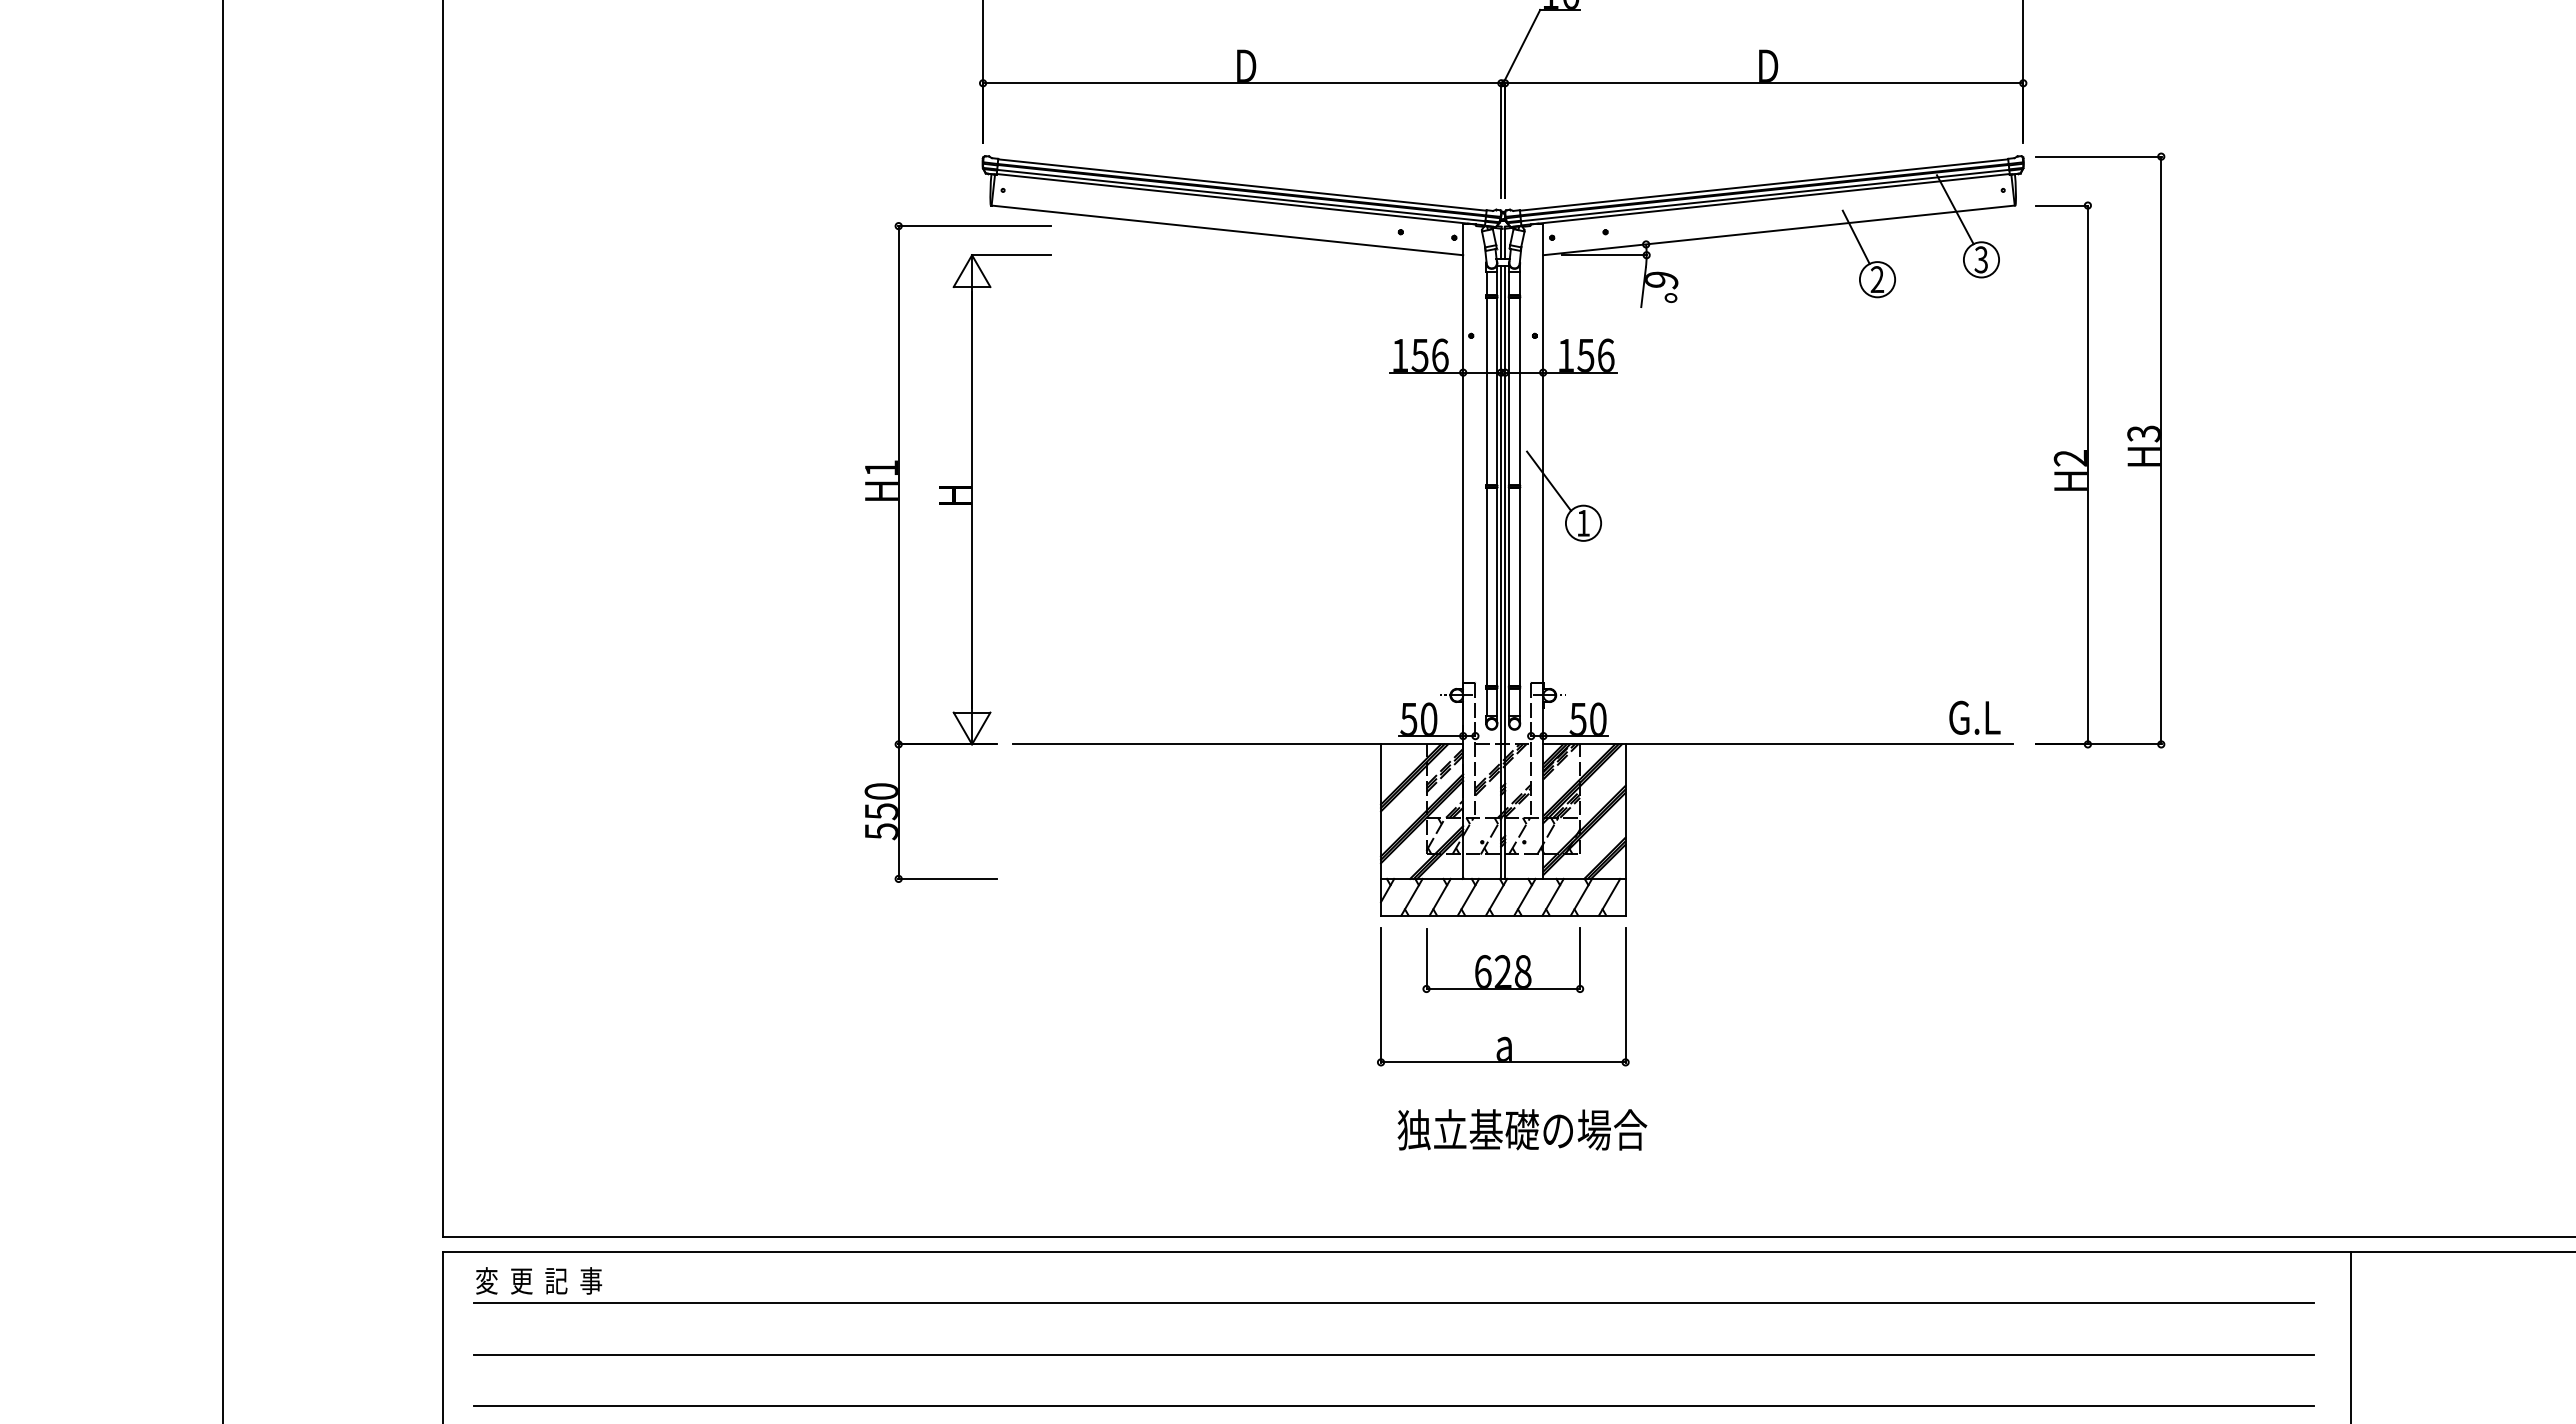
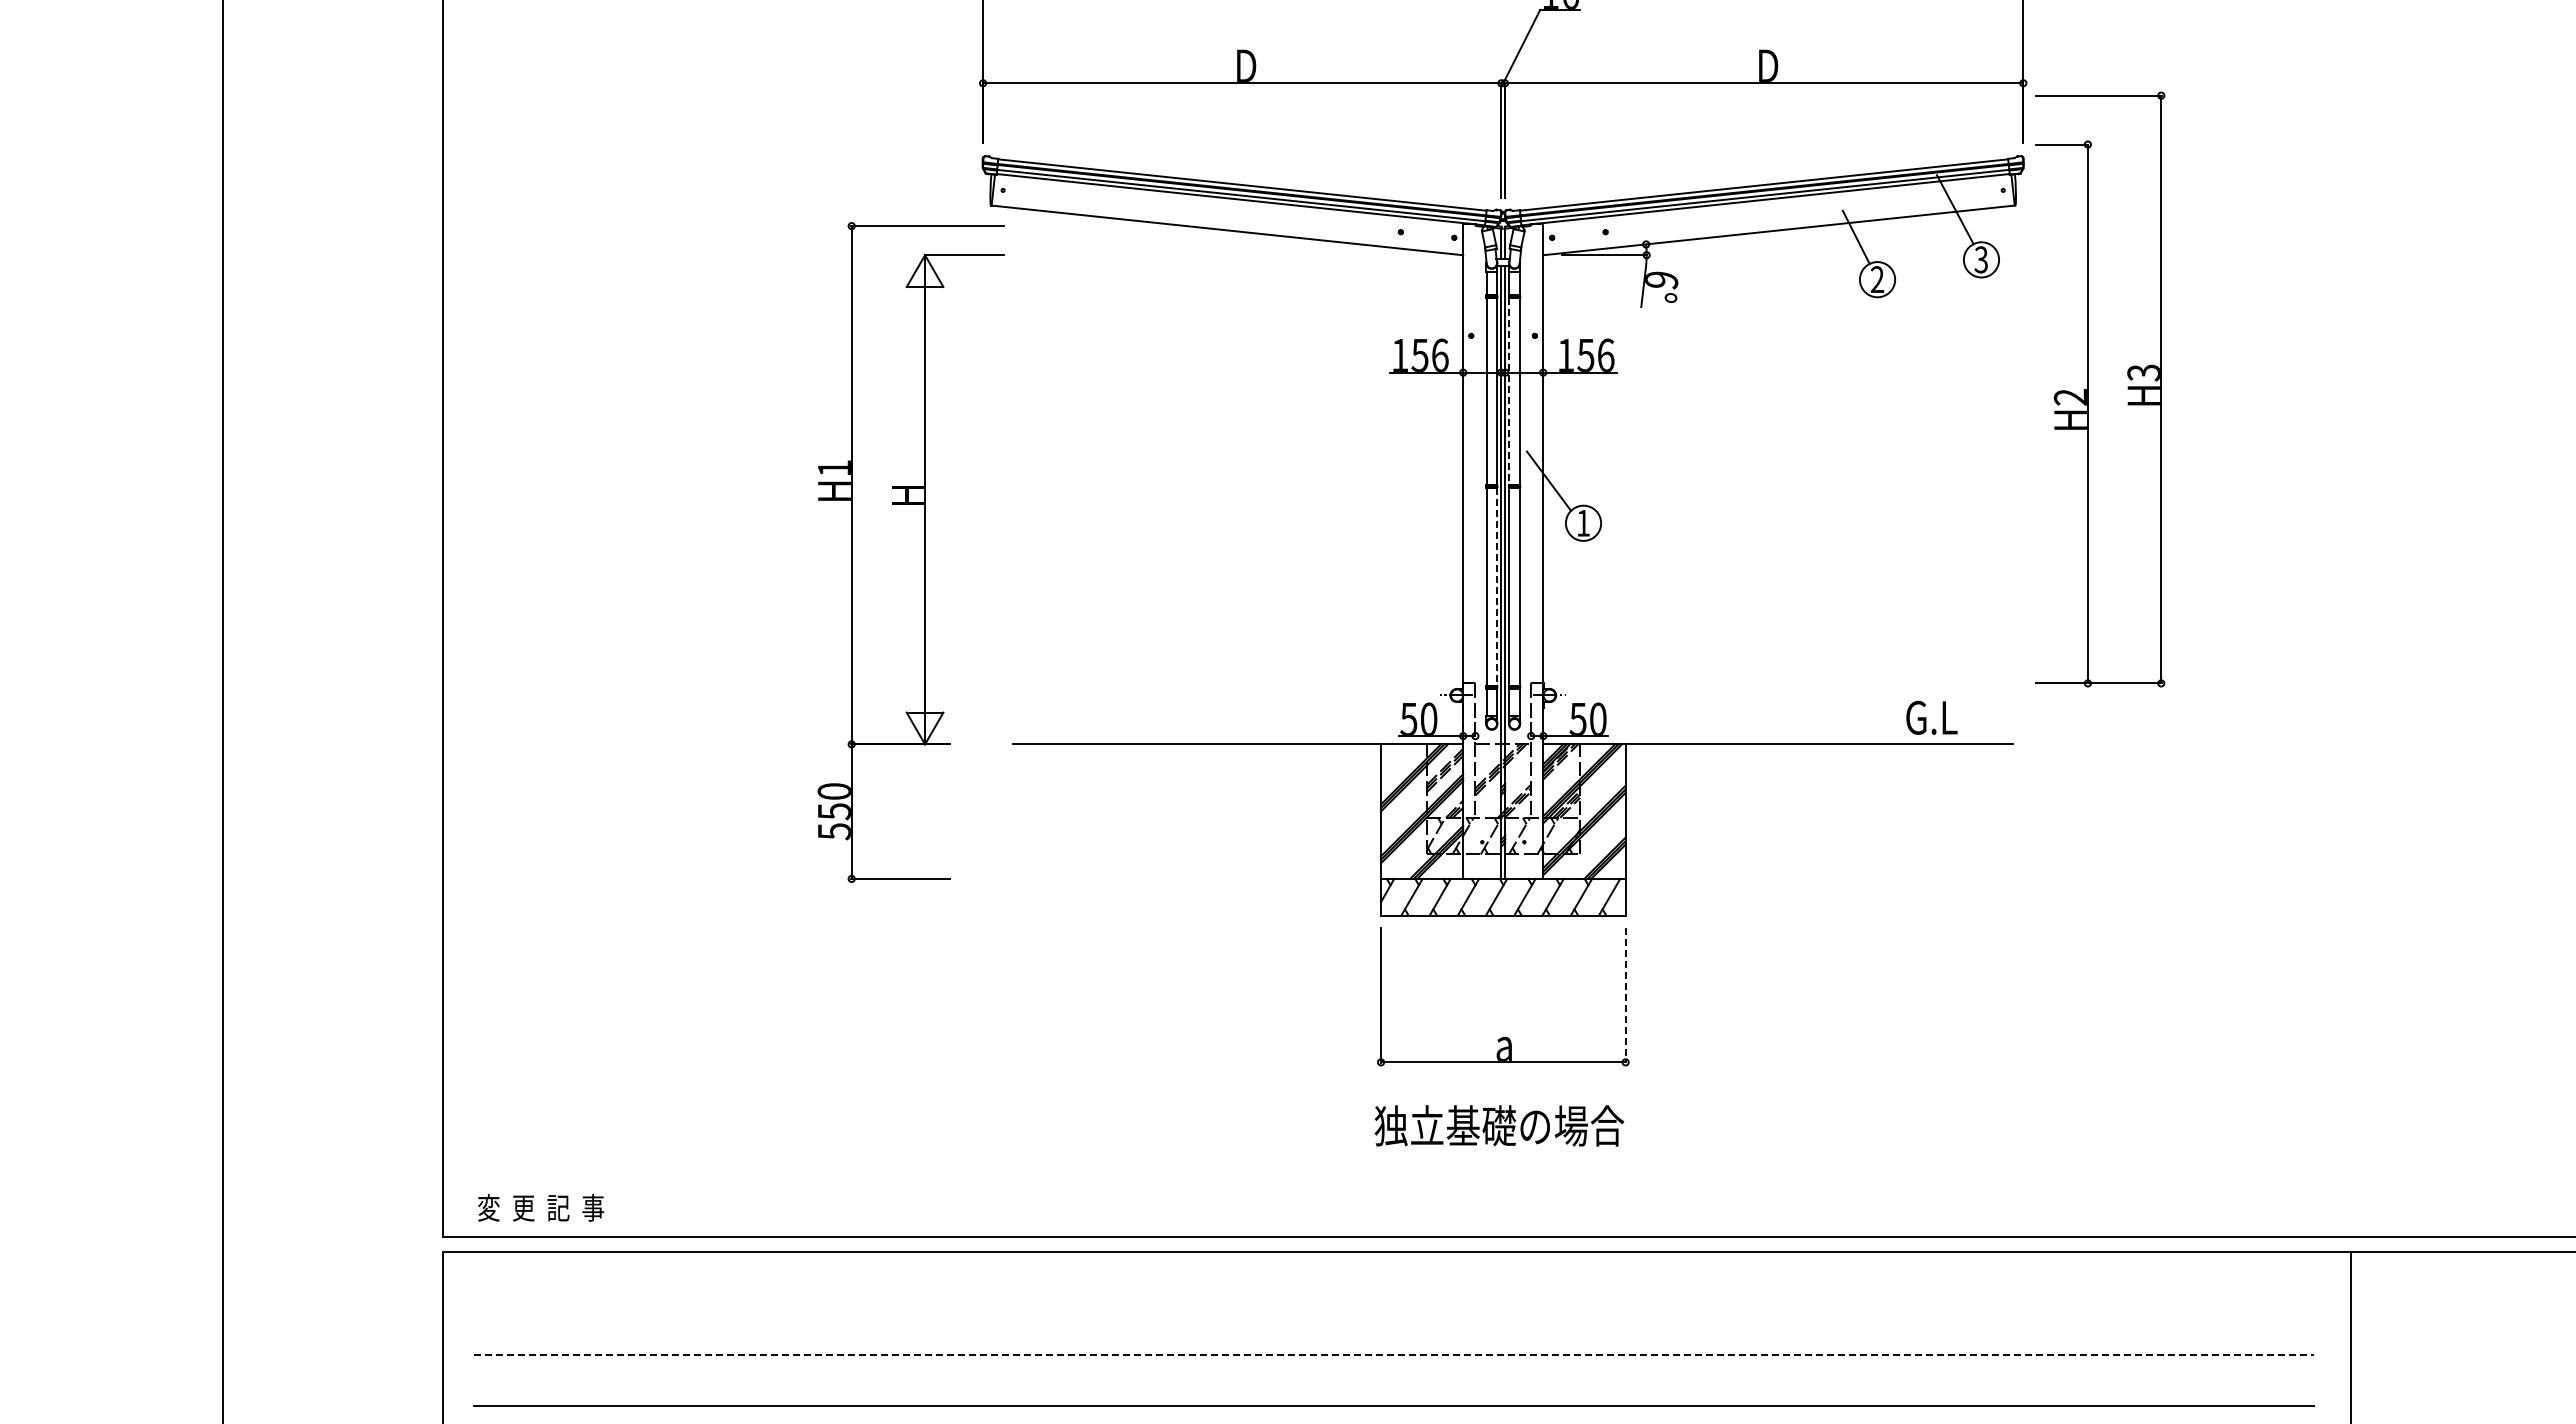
line at (1509, 392): solid -> dashed
part at (2088, 450) position: (2088, 450) -> (2088, 389)
part at (971, 552) position: (971, 552) -> (924, 552)
line at (1496, 586): solid -> dashed
text at (1974, 717) position: (1974, 717) -> (1931, 717)
part at (1503, 959): present -> none
line at (1625, 995): solid -> dashed
text at (1522, 1129) position: (1522, 1129) -> (1499, 1125)
text at (539, 1280) position: (539, 1280) -> (541, 1207)
line at (1393, 1303): present -> none
line at (1393, 1354): solid -> dashed
